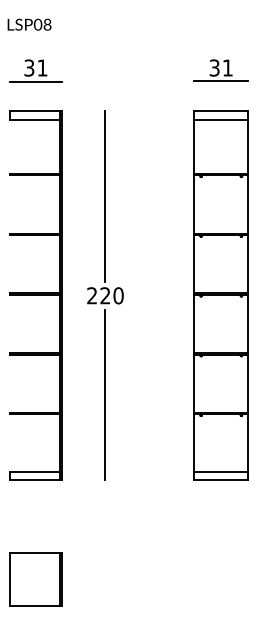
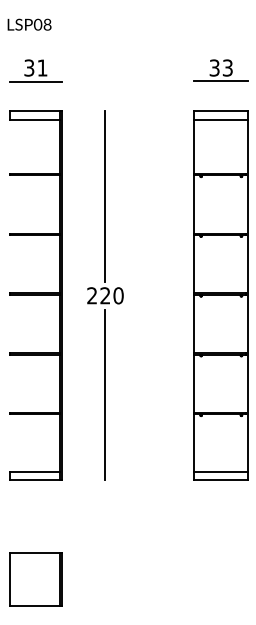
text at (227, 67): 31 -> 33
